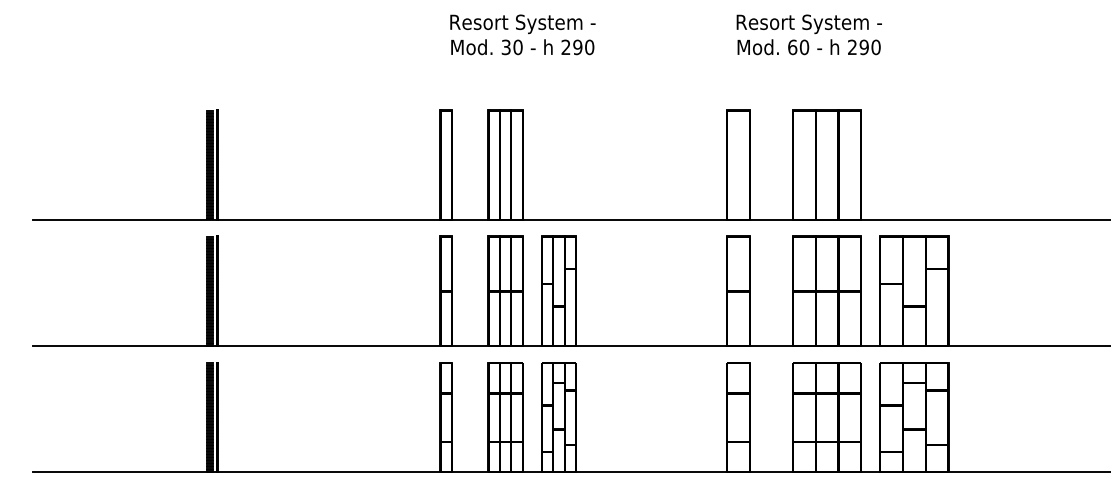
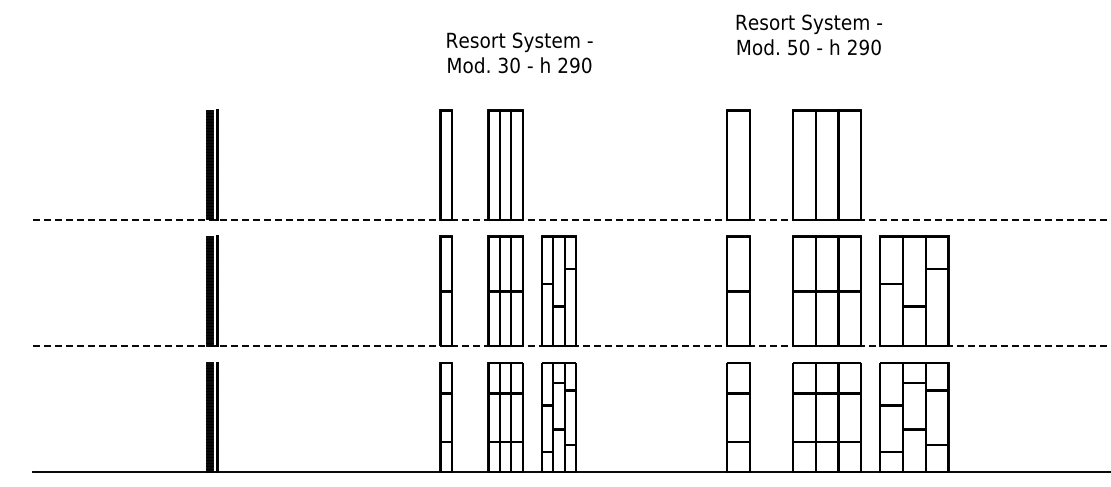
text at (522, 34) position: (522, 34) -> (519, 52)
text at (792, 47): 60 -> 50
line at (572, 220): solid -> dashed
line at (572, 346): solid -> dashed
